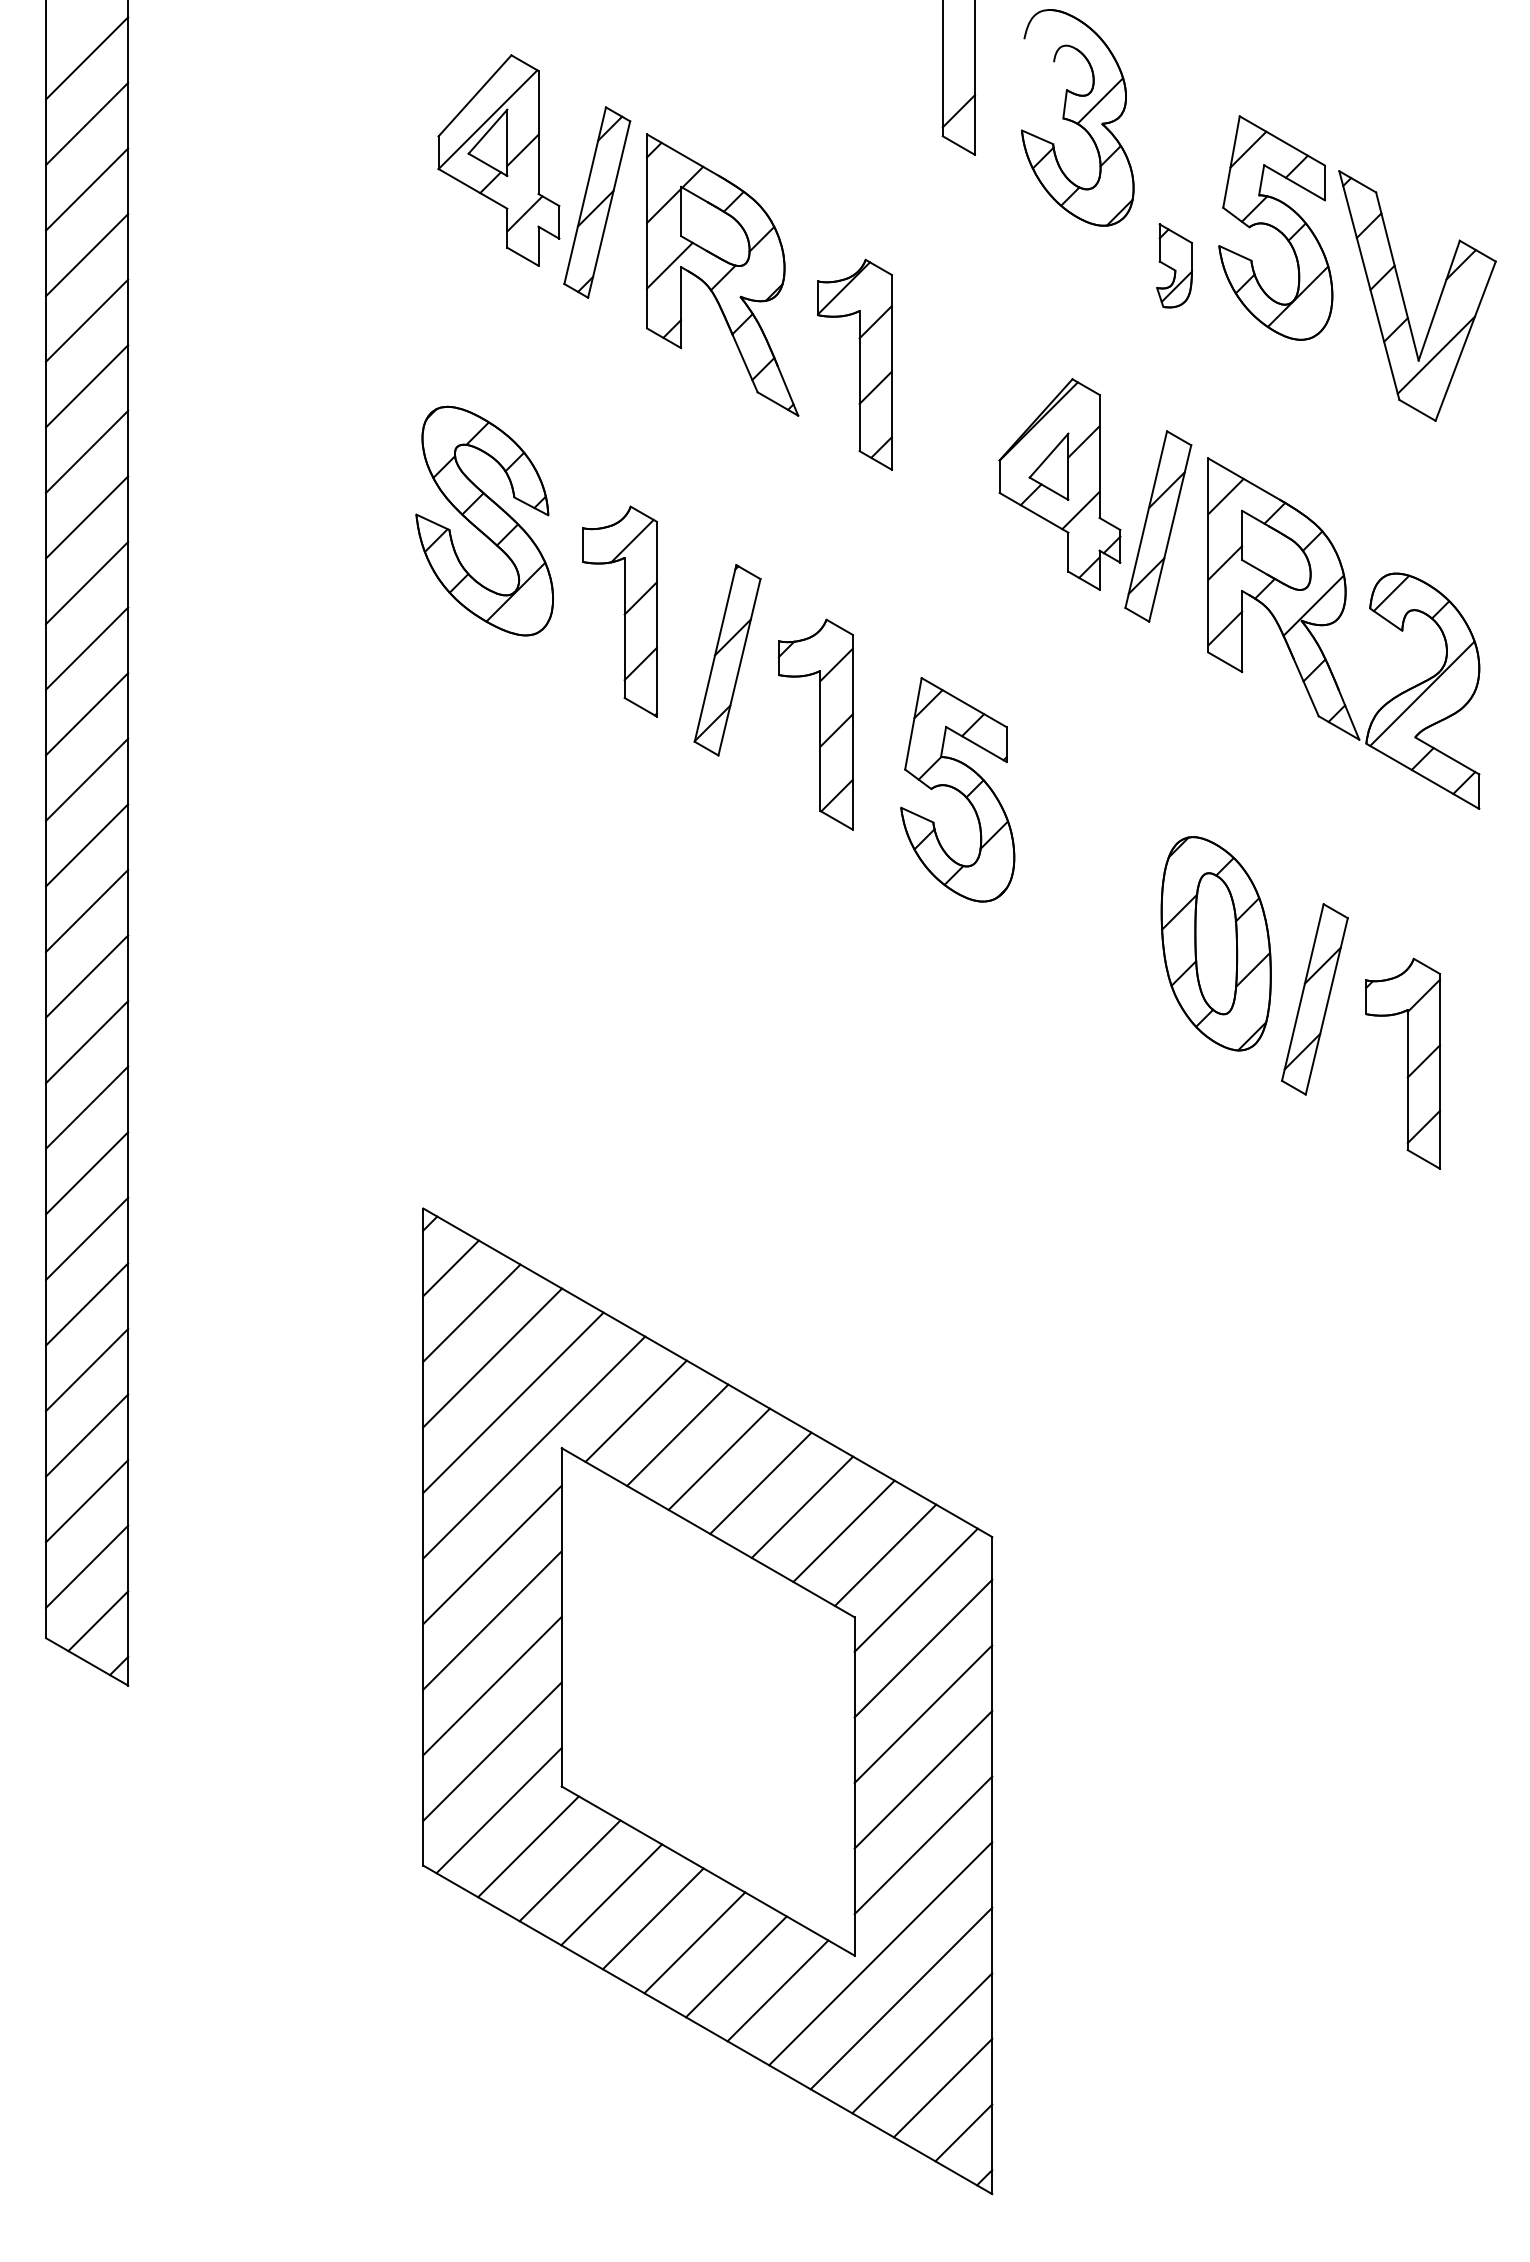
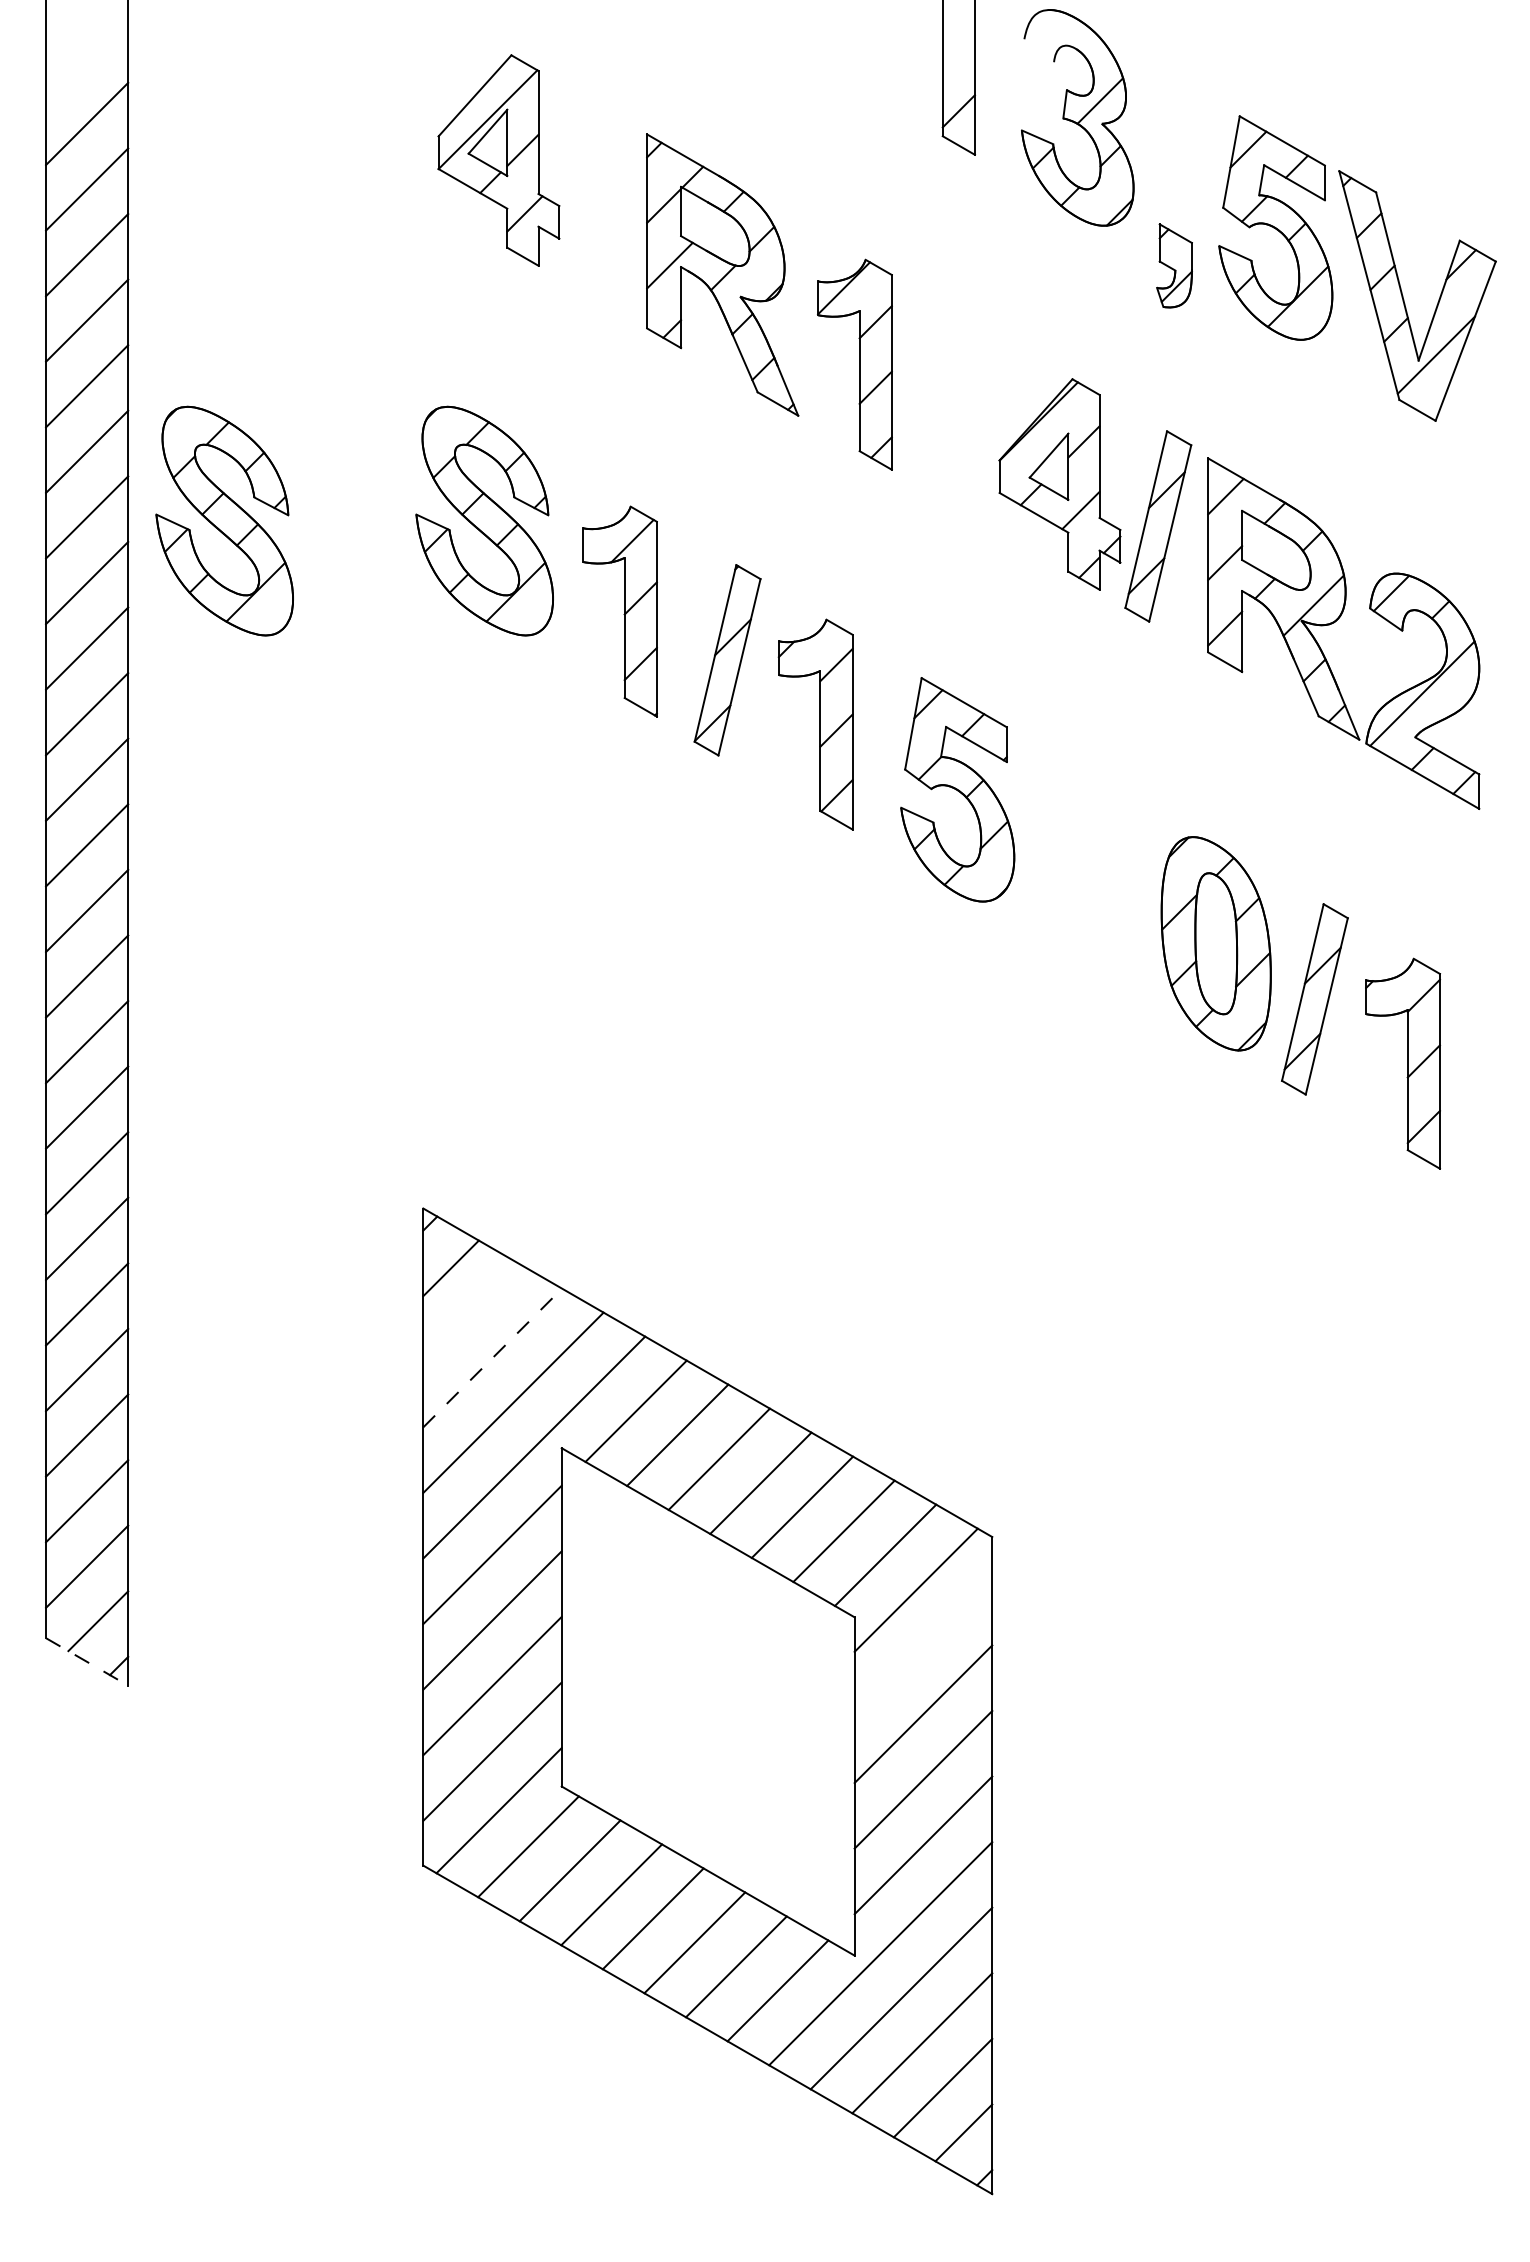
line at (87, 58): present -> none
part at (597, 202): present -> none
part at (224, 520): none -> present
line at (471, 1312): present -> none
line at (493, 1357): solid -> dashed
line at (923, 1648): present -> none
line at (87, 1662): solid -> dashed
